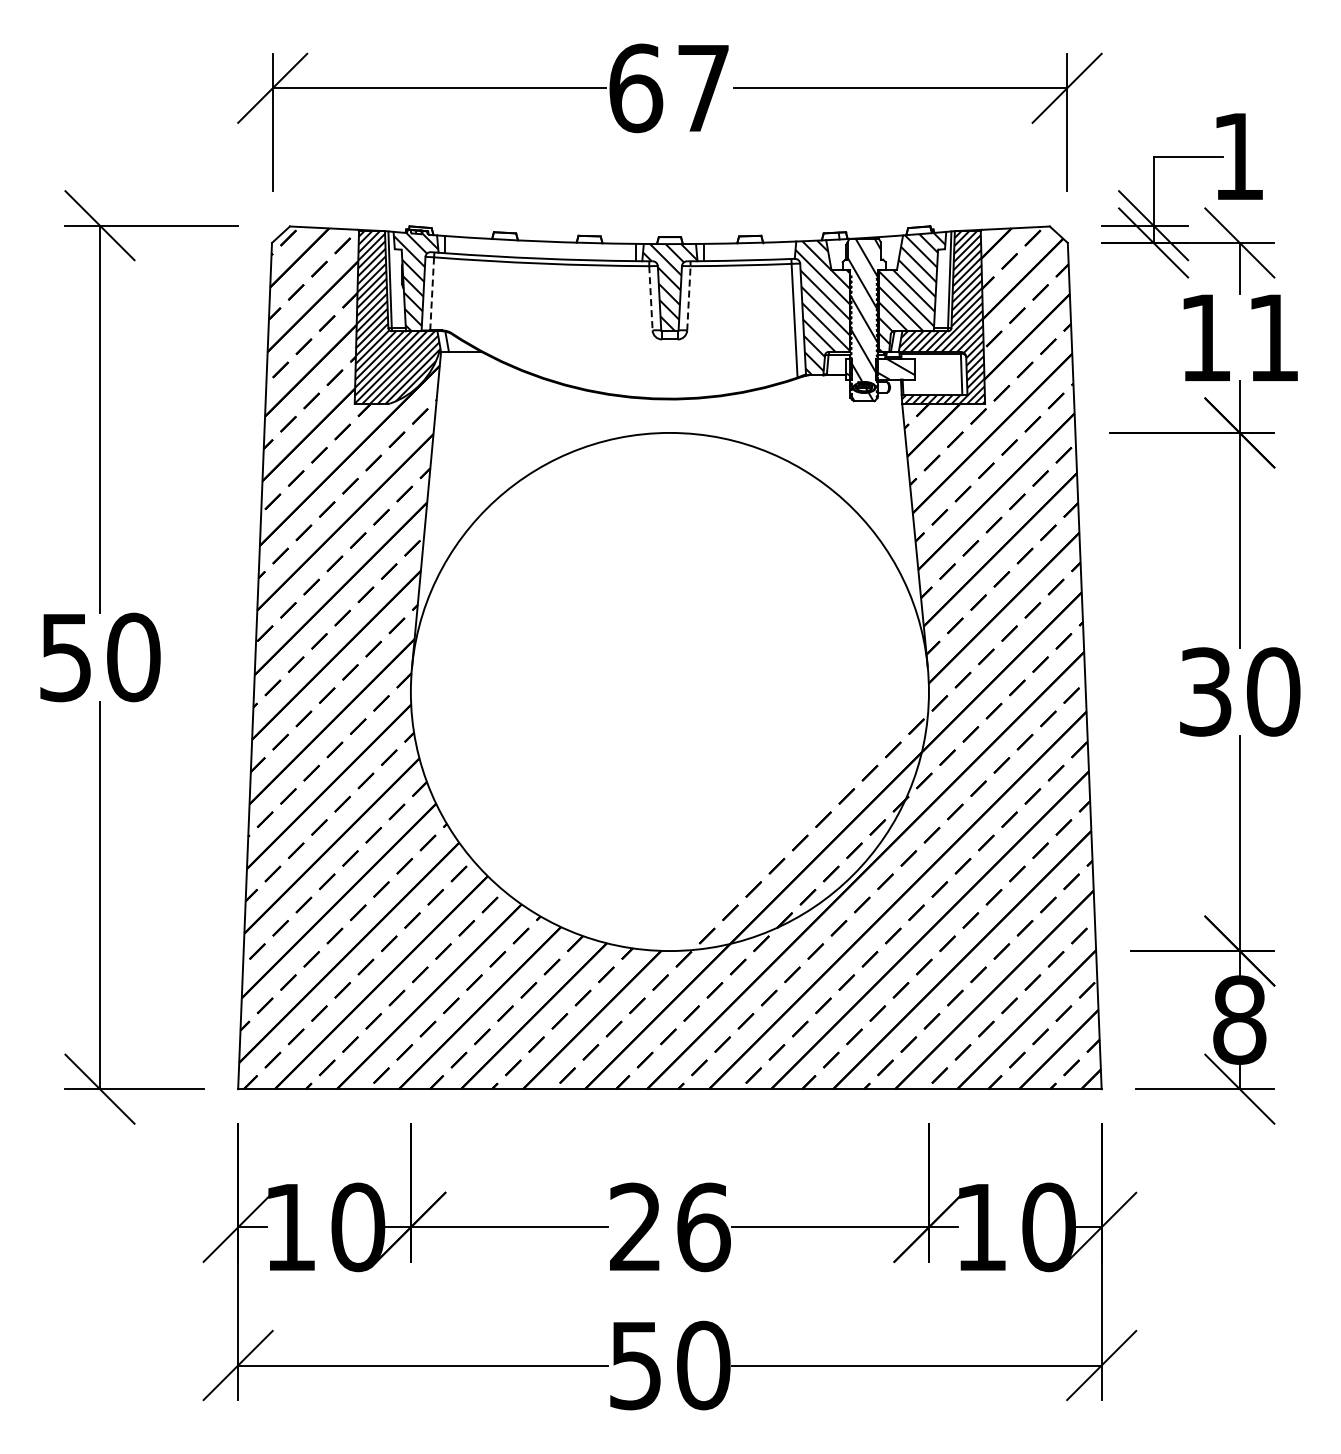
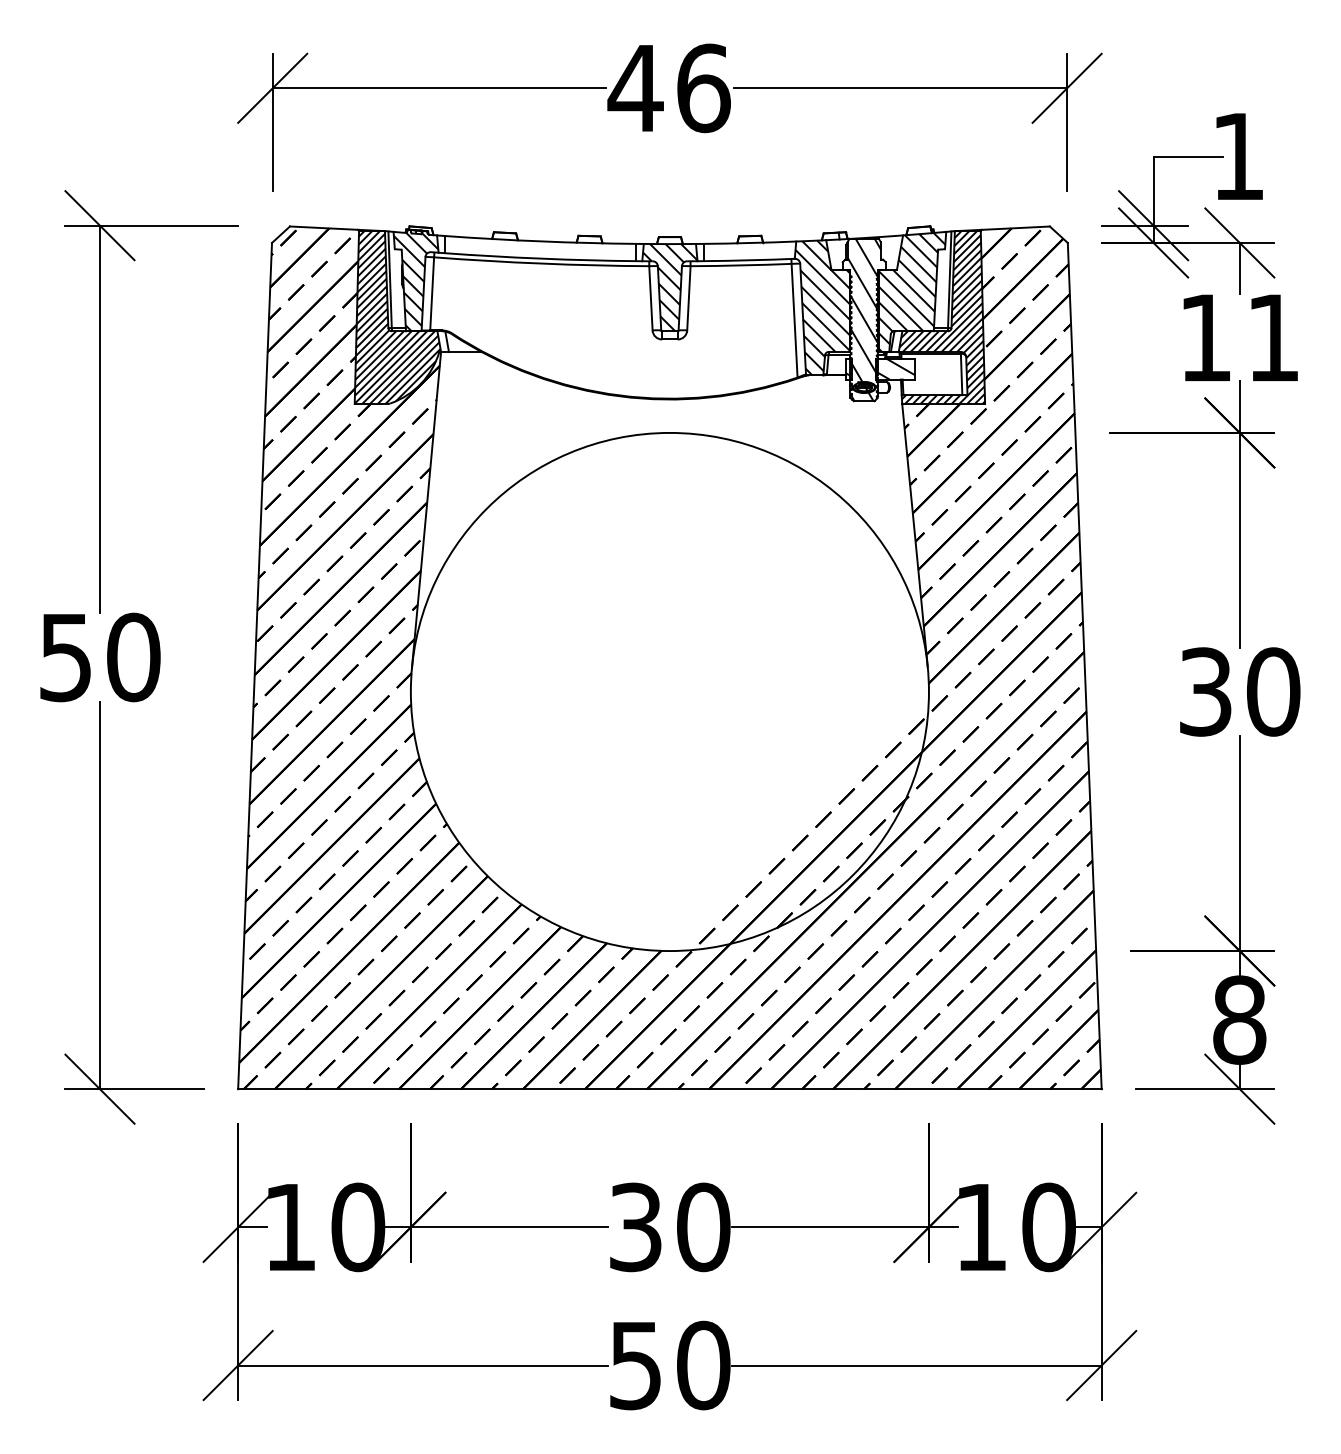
text at (668, 88): 67 -> 46
line at (432, 293): dashed -> solid
line at (688, 297): dashed -> solid
line at (650, 298): dashed -> solid
text at (670, 1227): 26 -> 30
